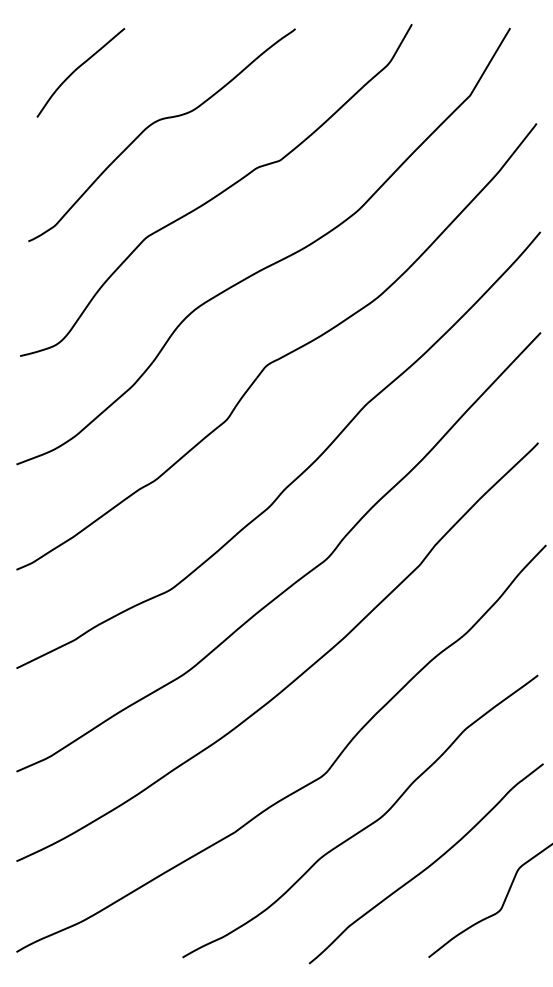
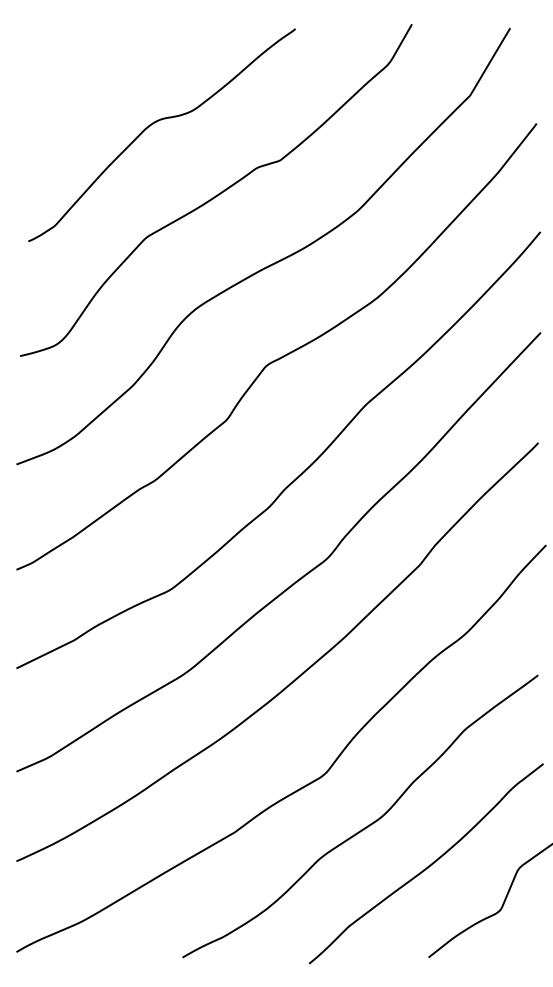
curve at (77, 69): present -> none
